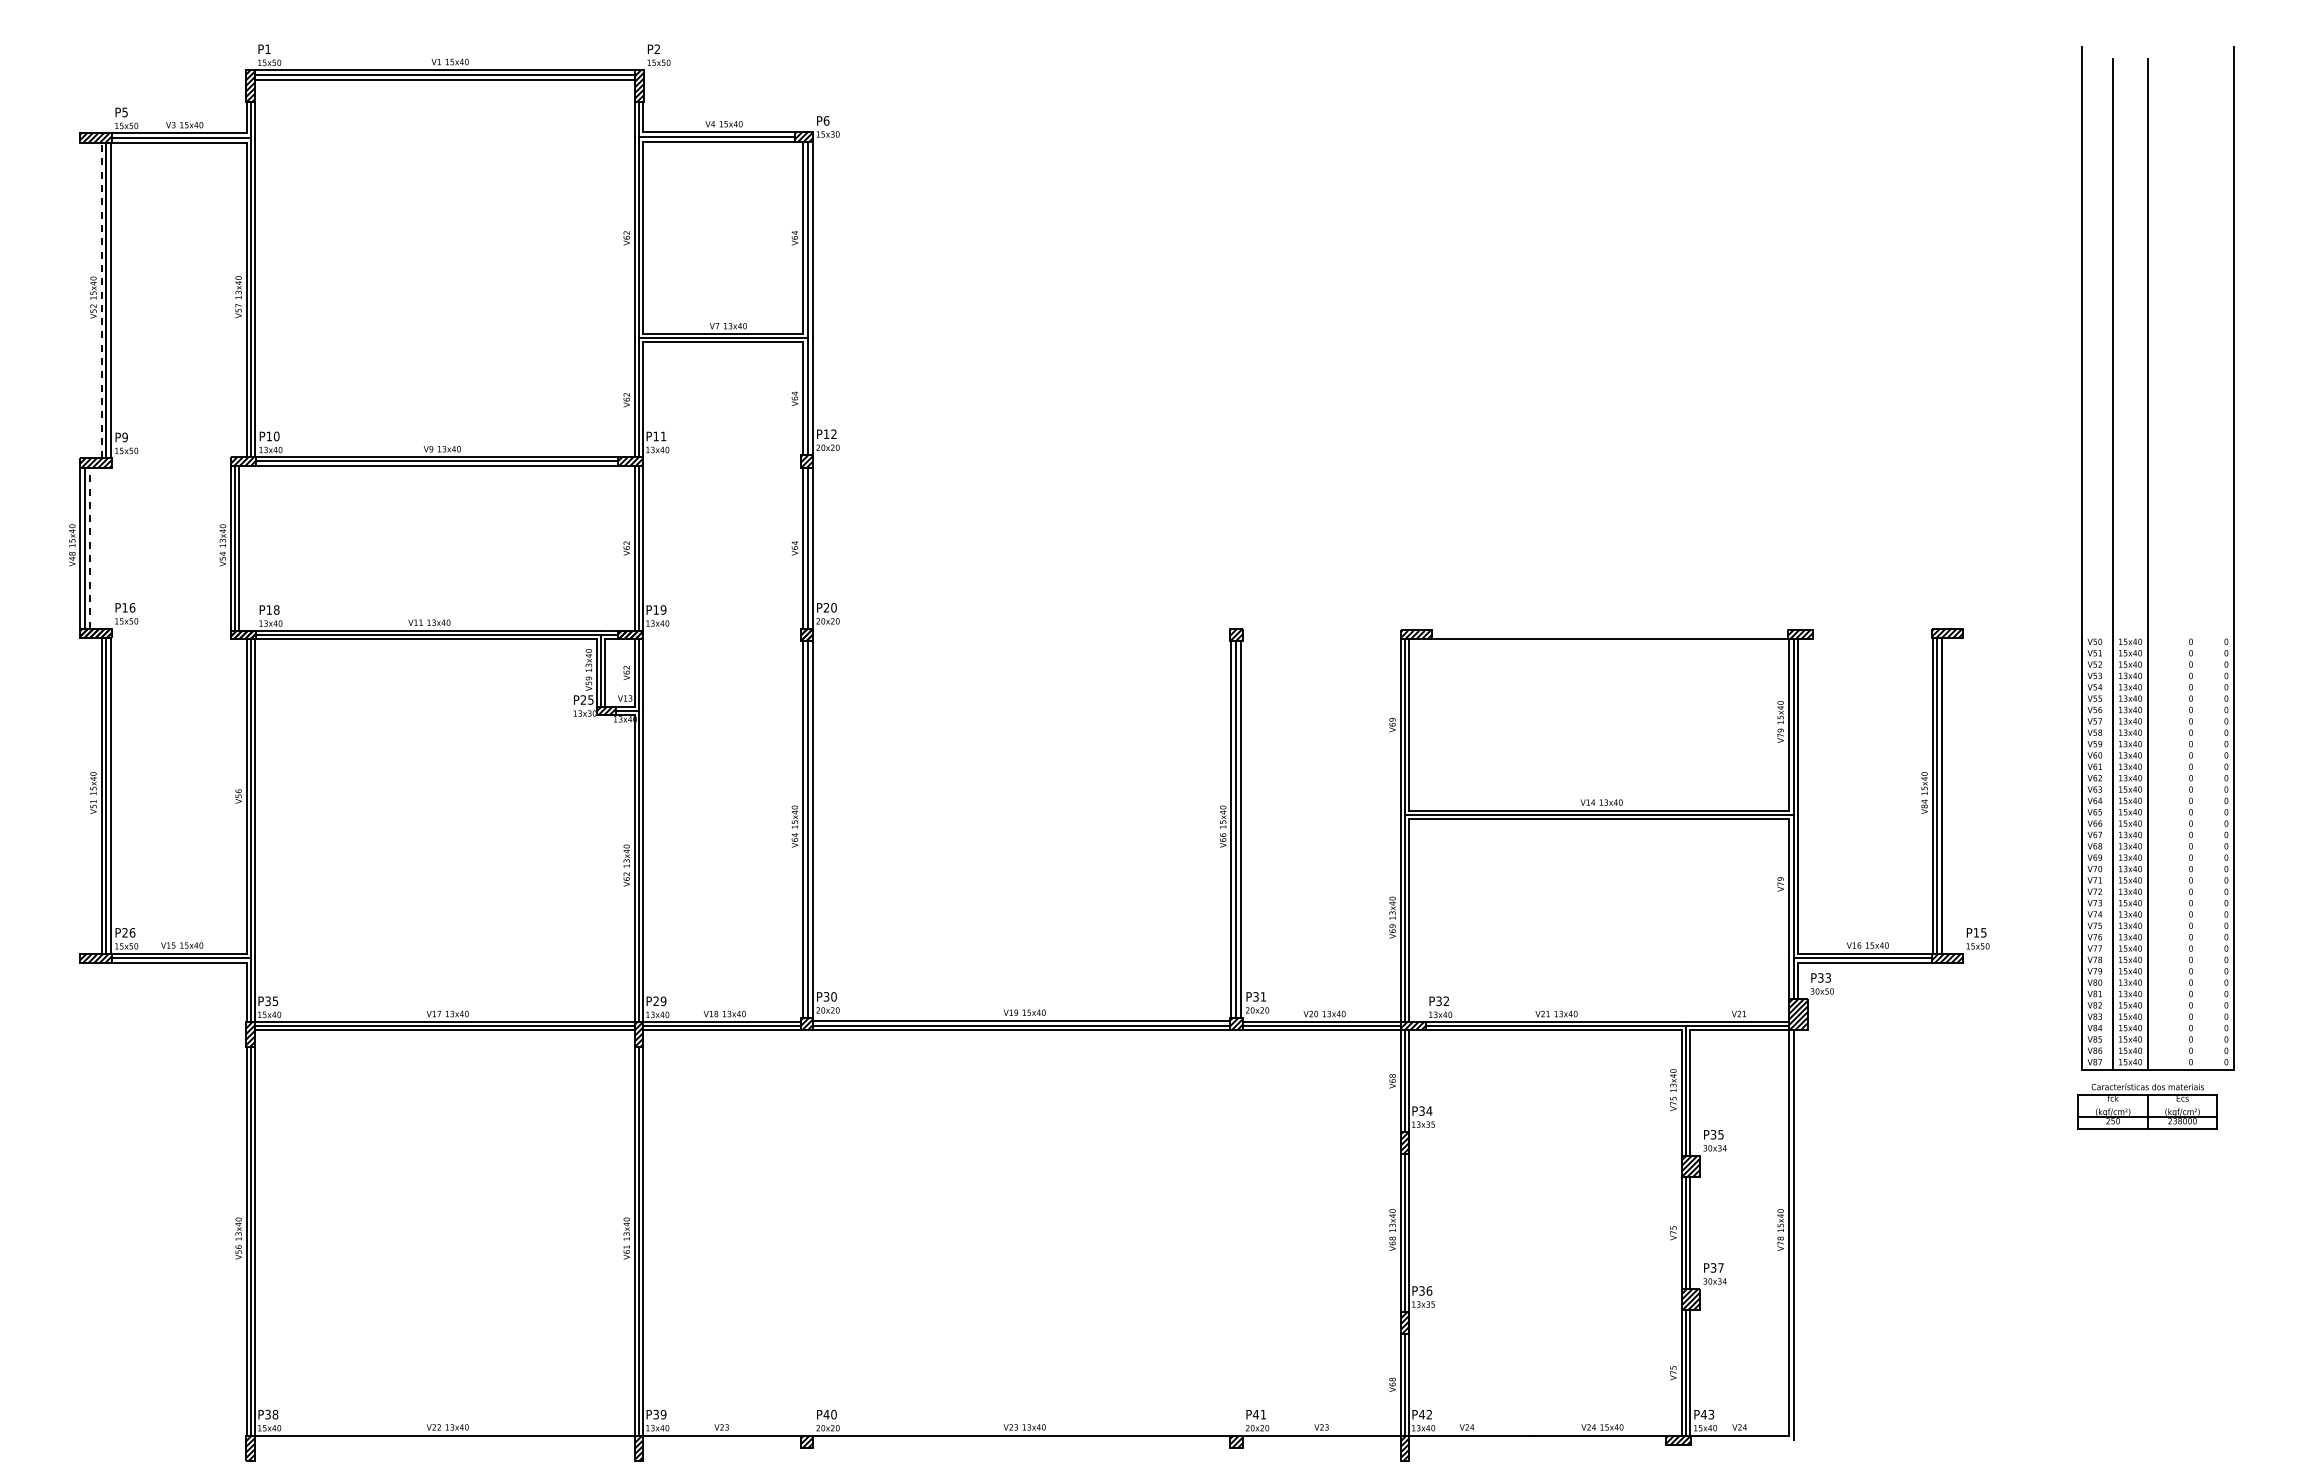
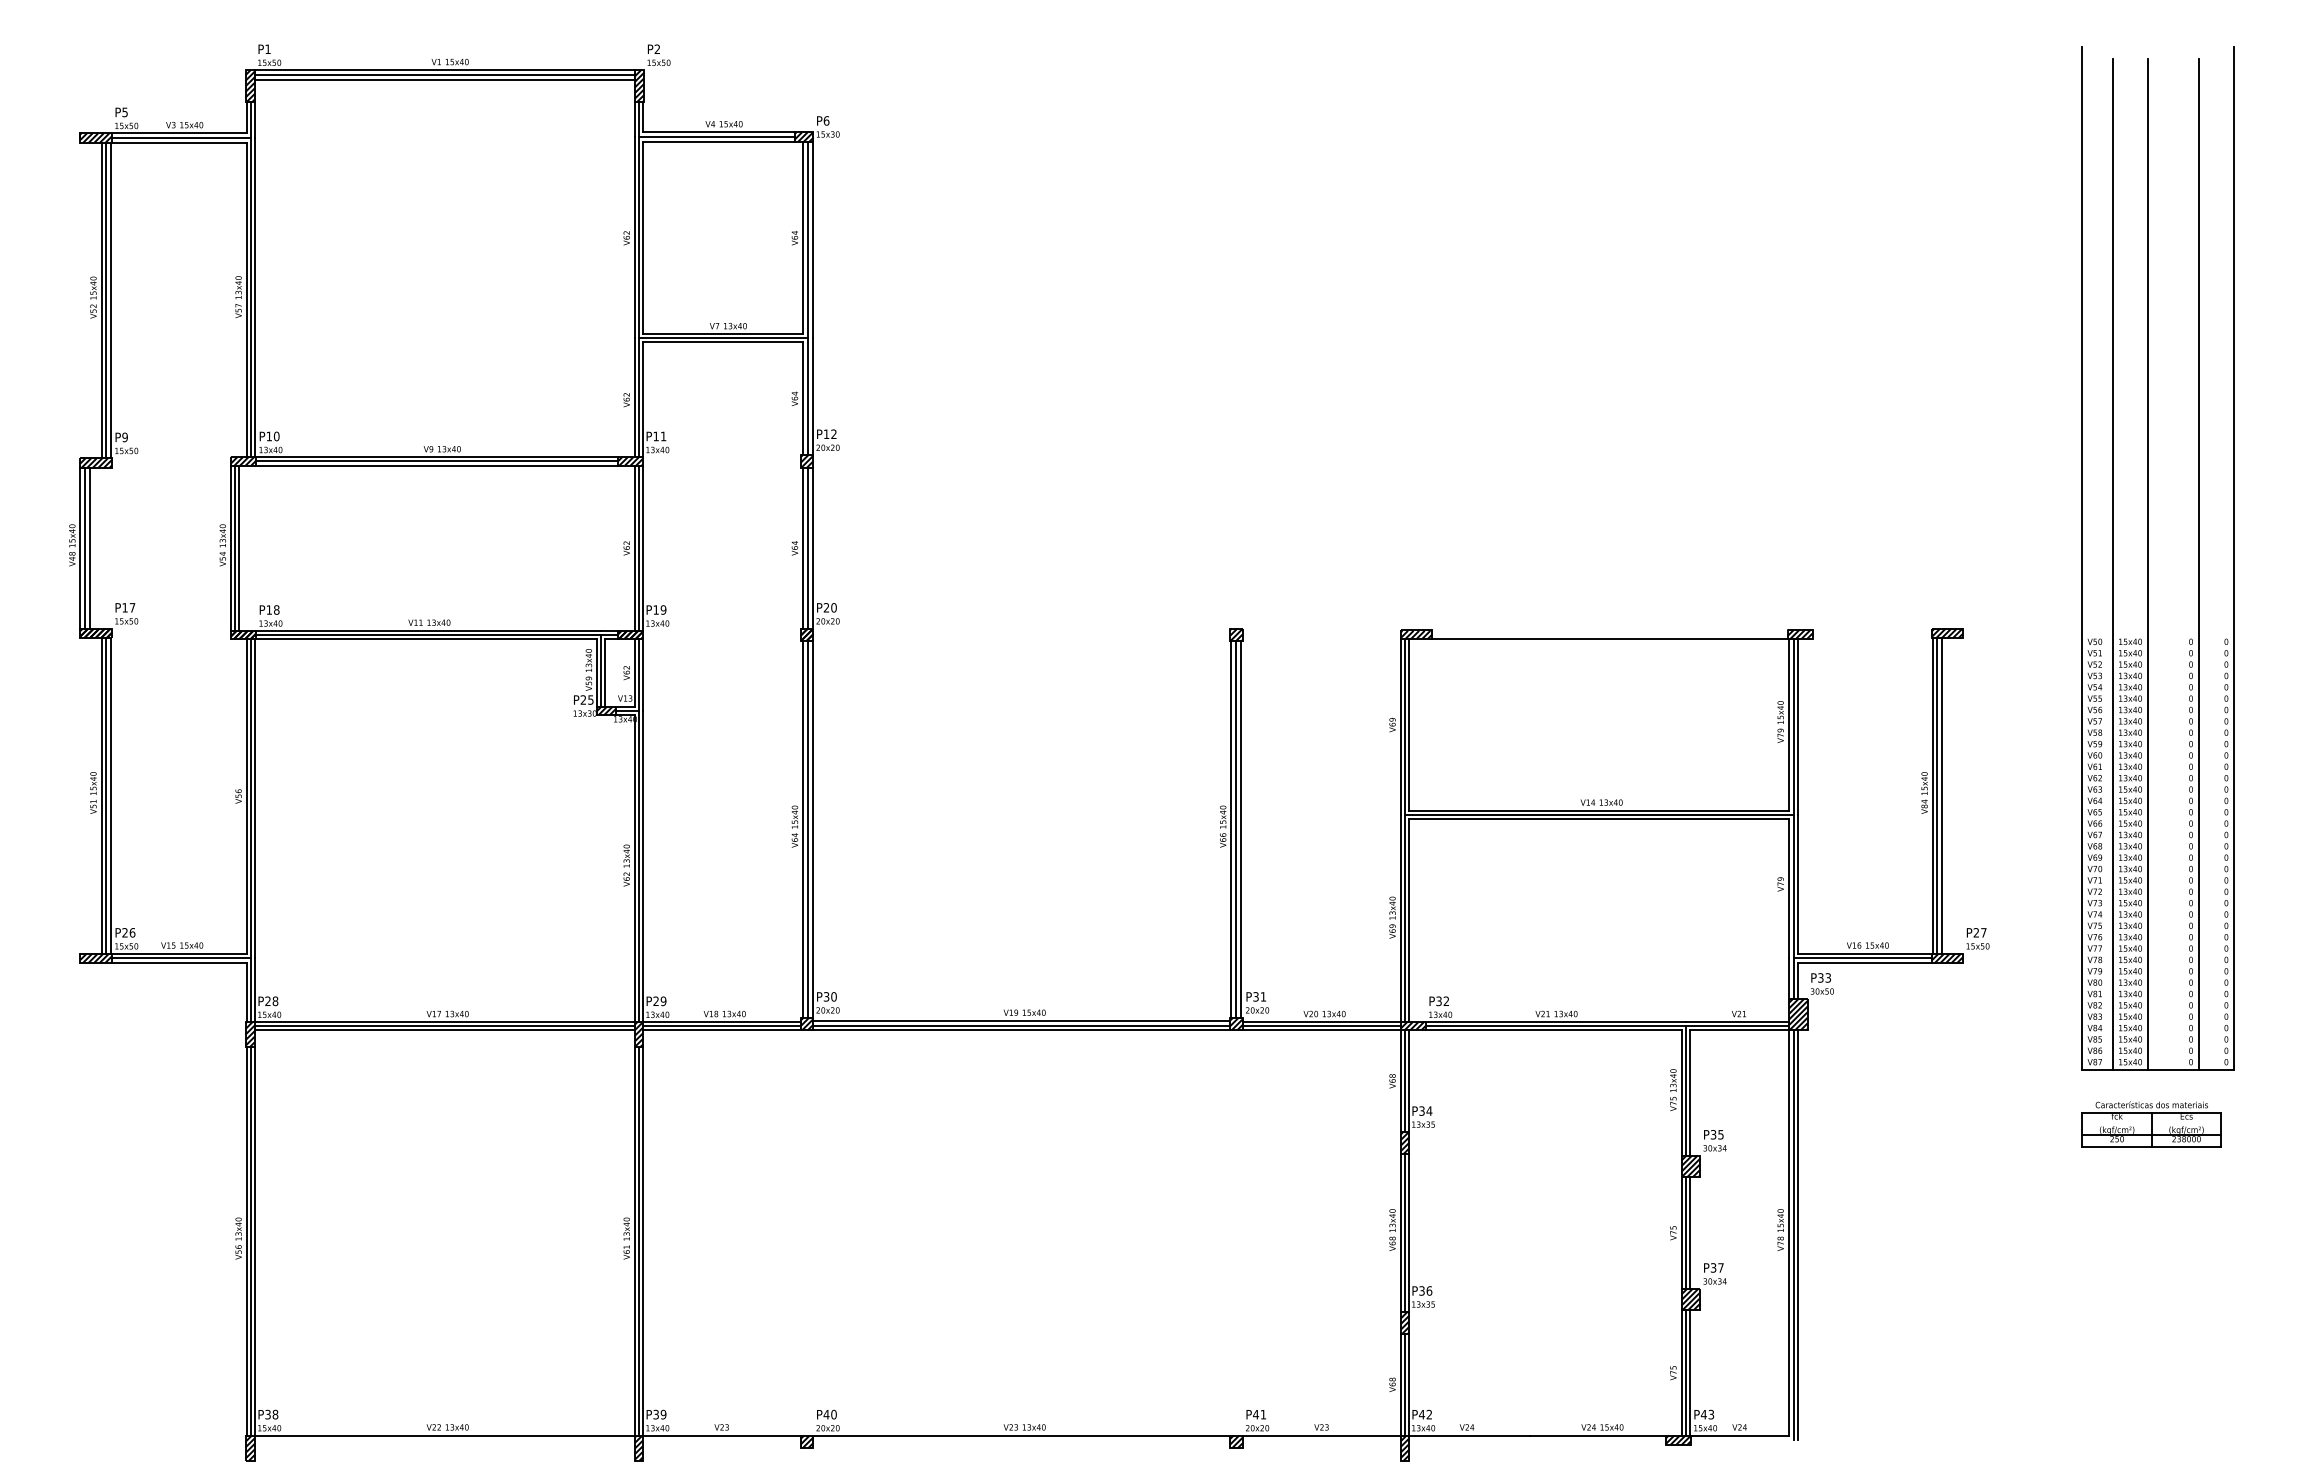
line at (101, 300): dashed -> solid
line at (89, 547): dashed -> solid
line at (2198, 563): none -> present
text at (132, 607): P16 -> P17
text at (1979, 932): P15 -> P27
text at (271, 1001): P35 -> P28
part at (2147, 1106) position: (2147, 1106) -> (2151, 1124)
line at (1798, 1235): none -> present
